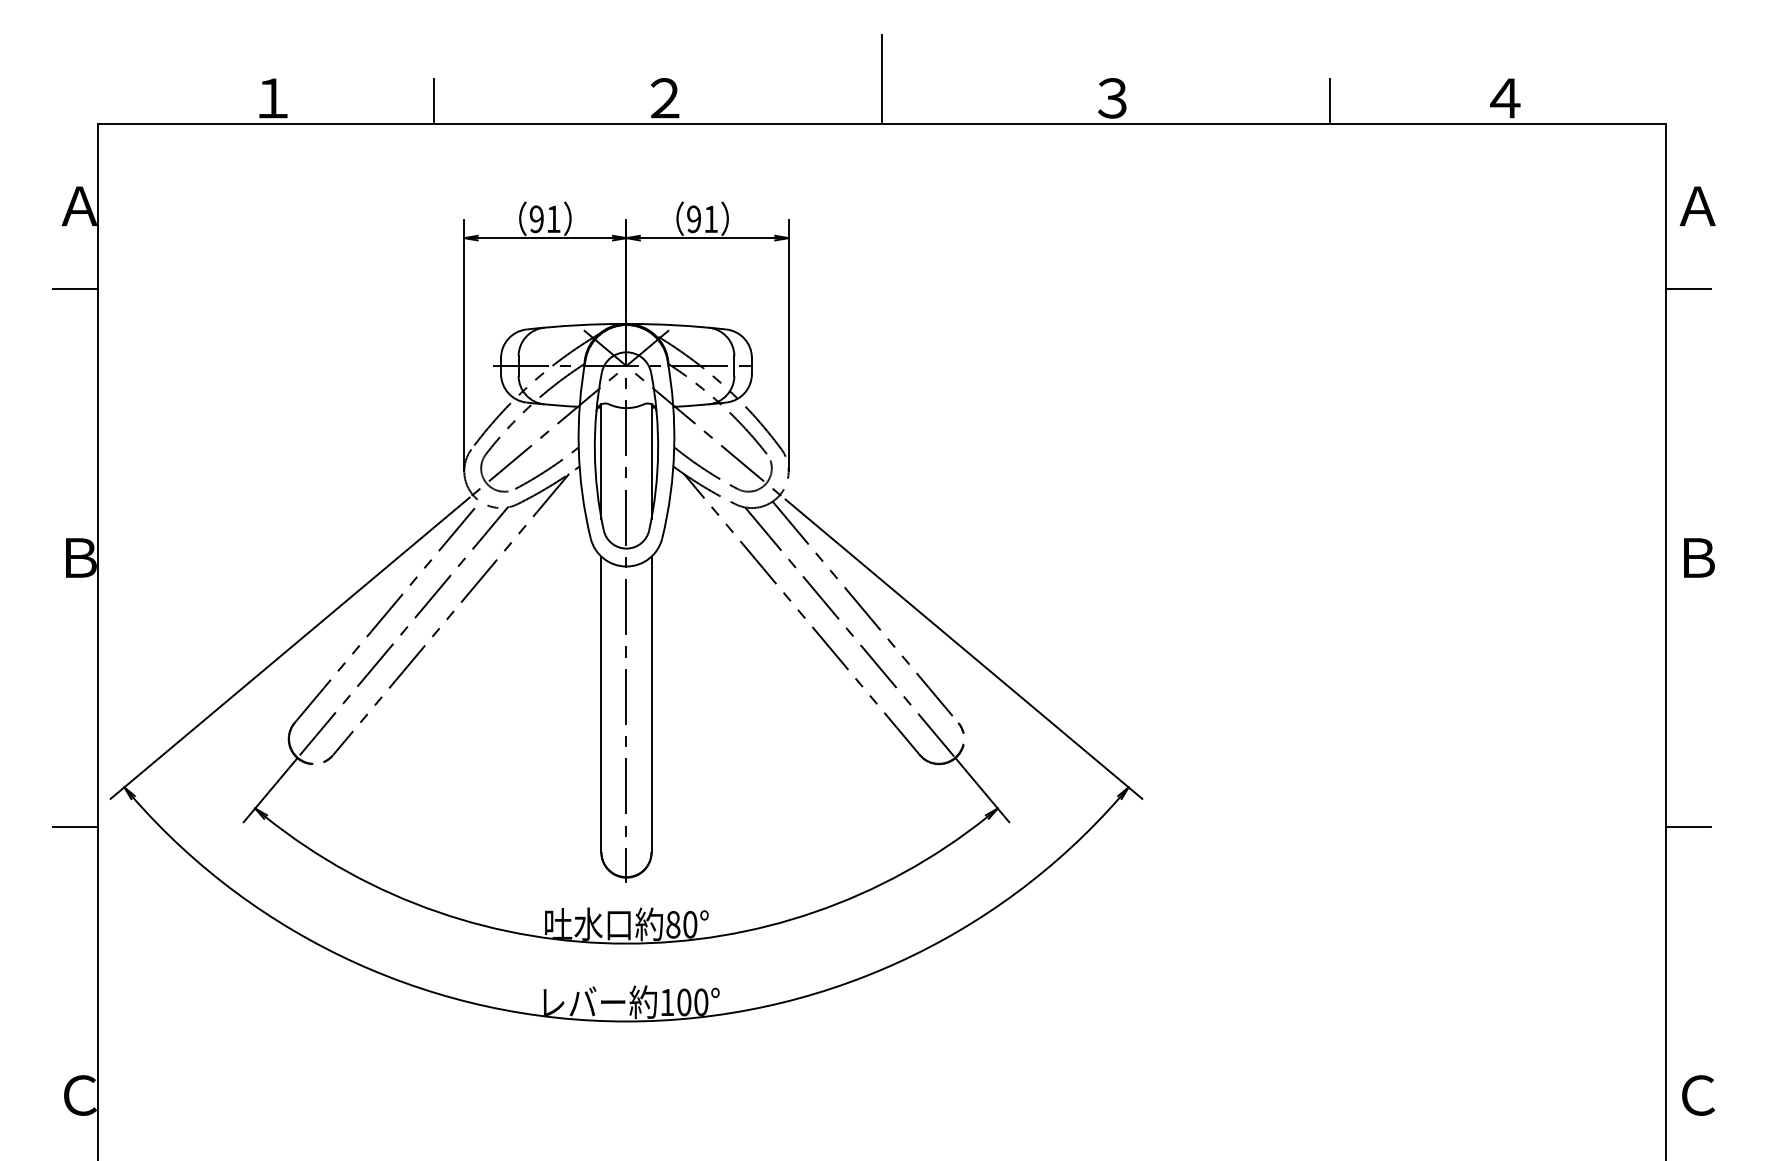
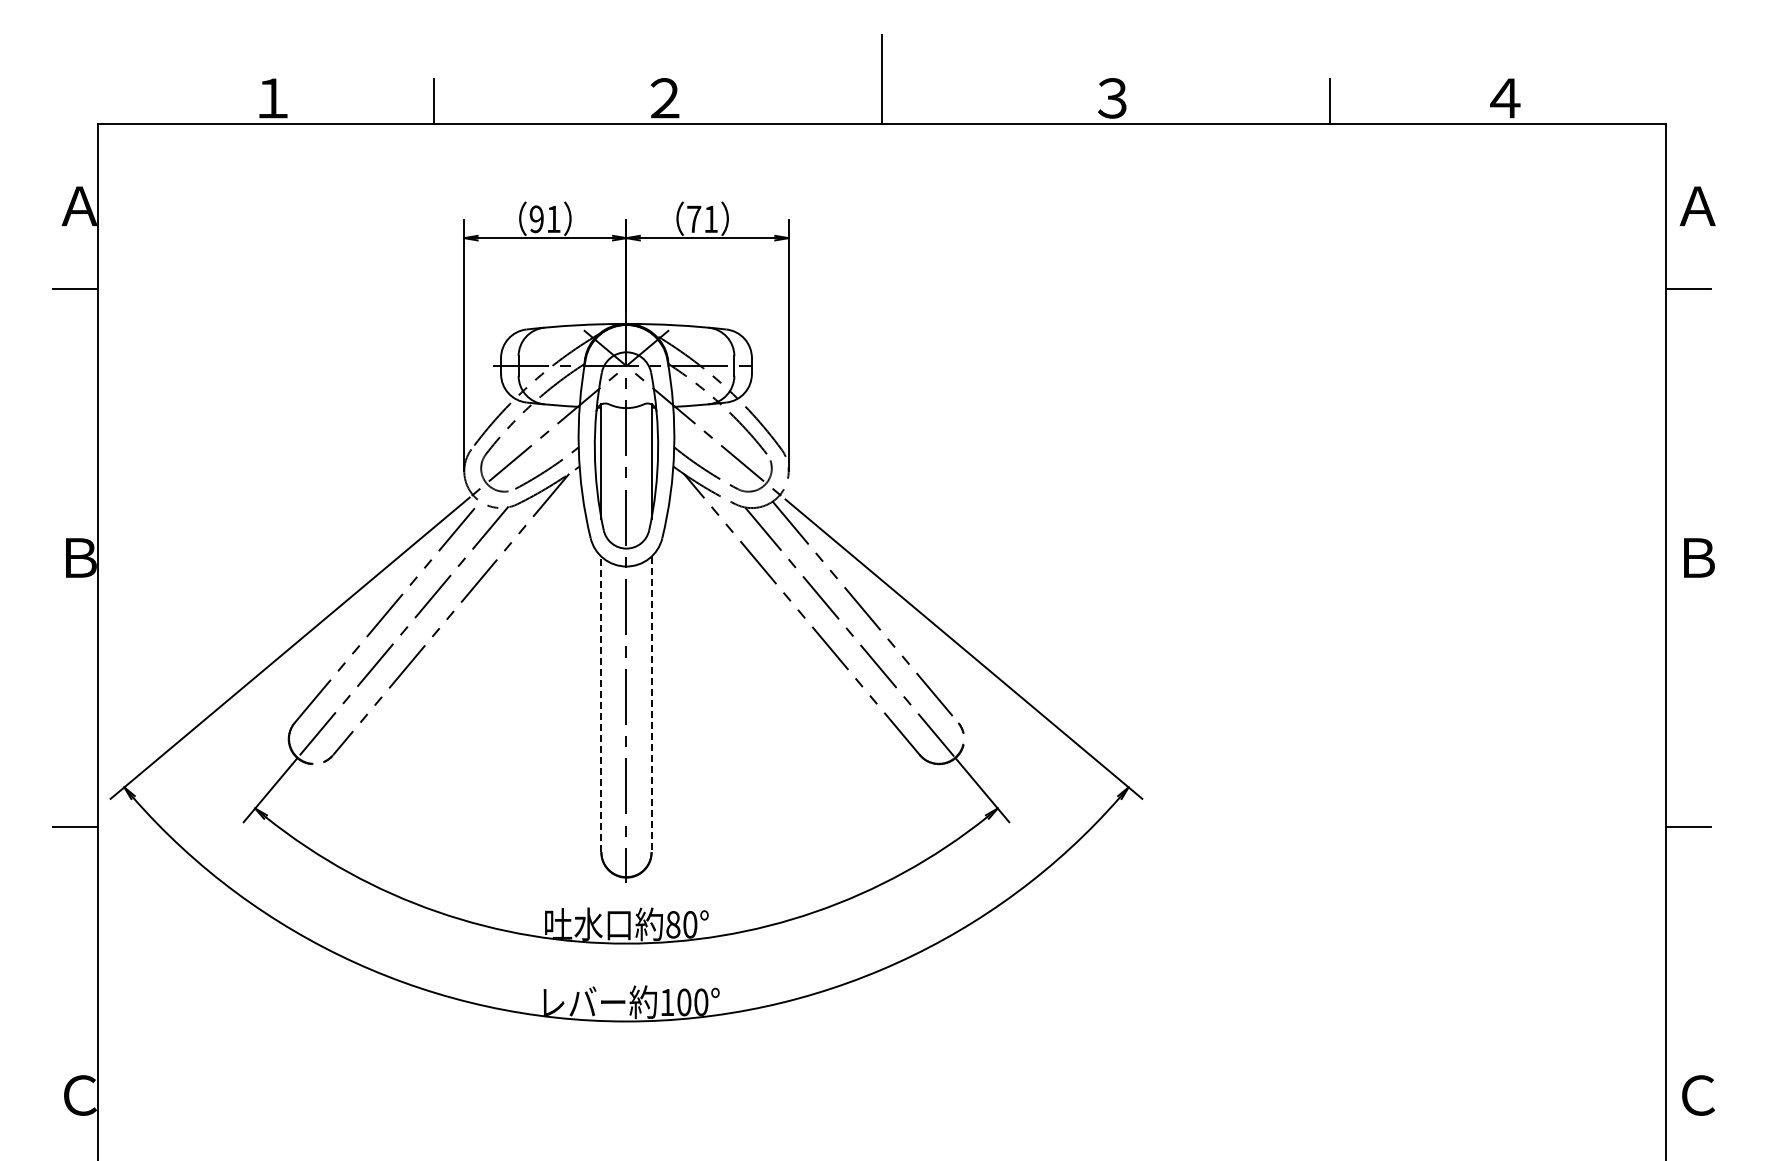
text at (694, 219): 91 -> 71
line at (601, 704): solid -> dashed
line at (651, 704): solid -> dashed
